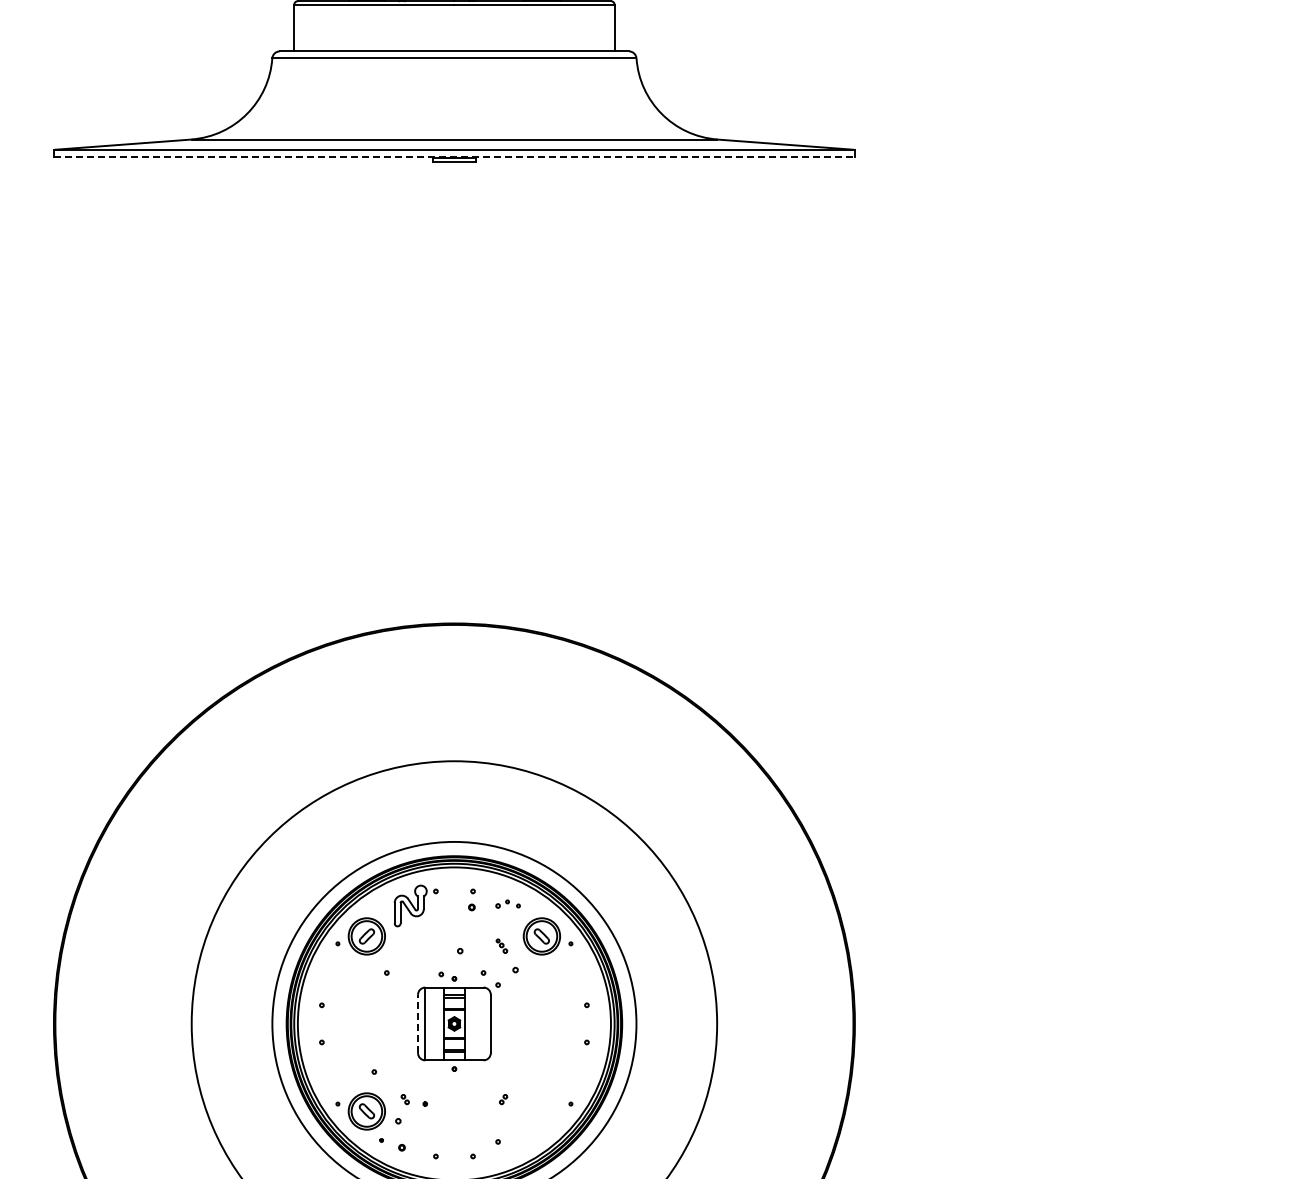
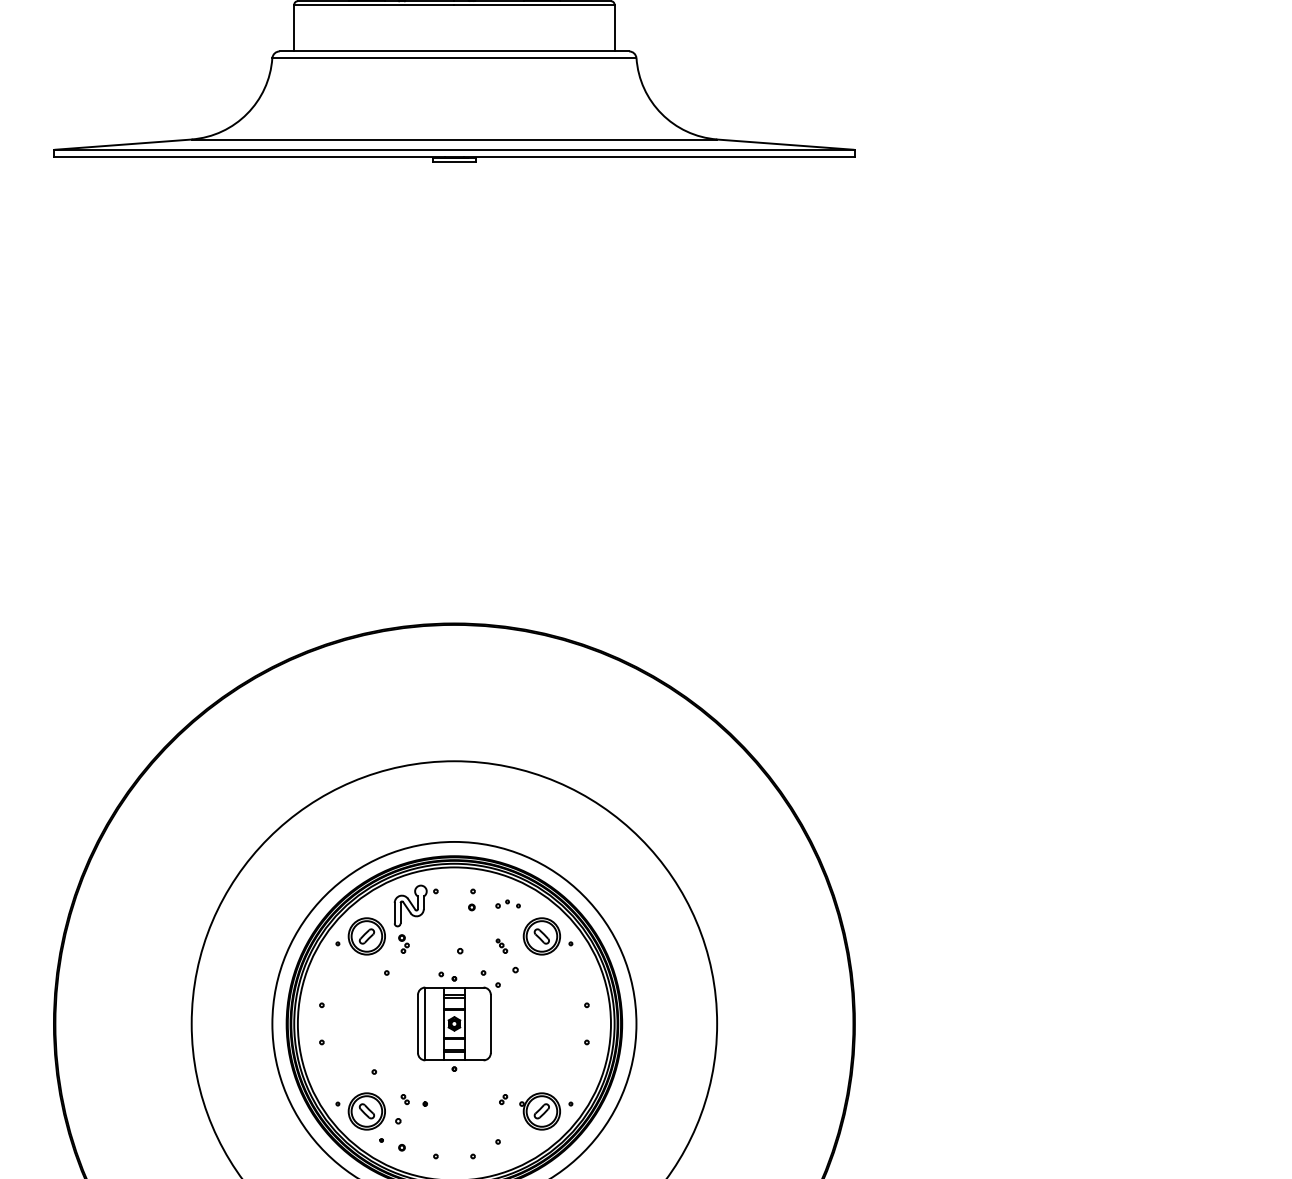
line at (454, 157): dashed -> solid
part at (403, 943): none -> present
line at (418, 1023): dashed -> solid
part at (539, 1111): none -> present
